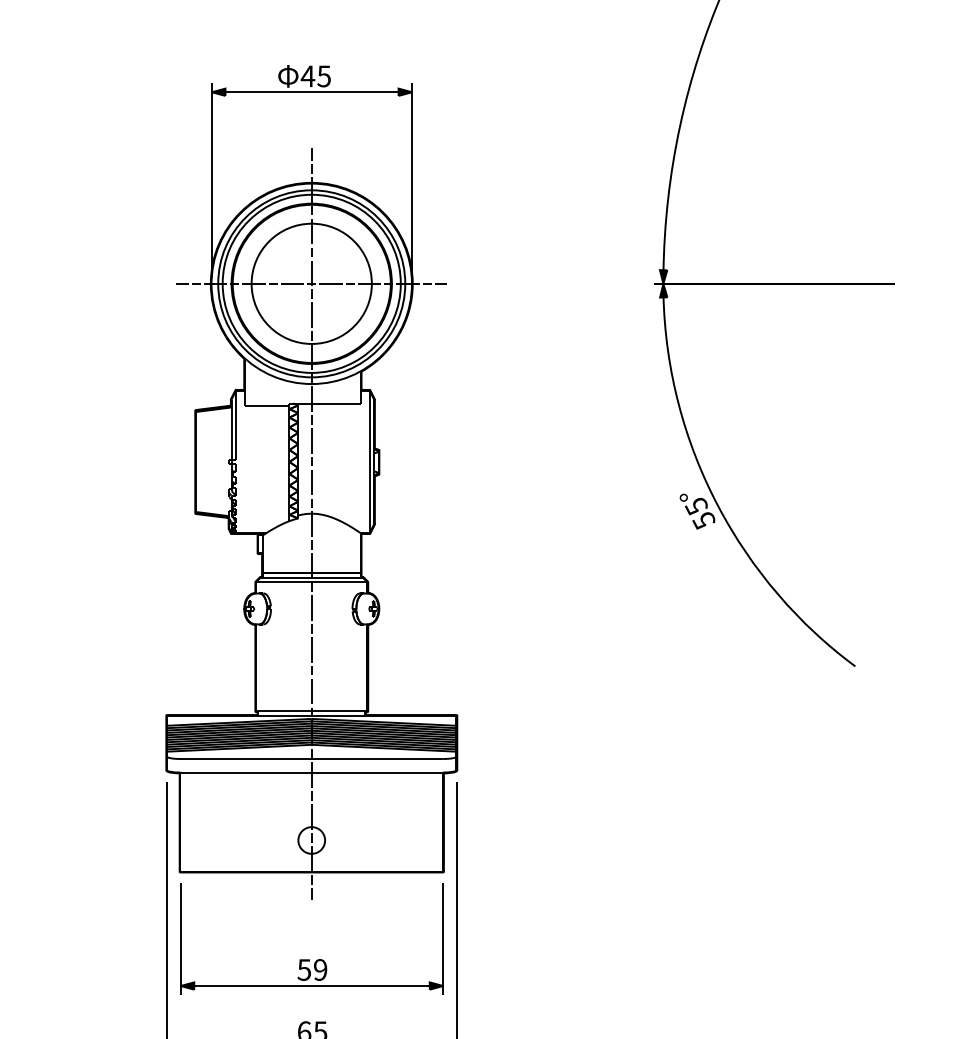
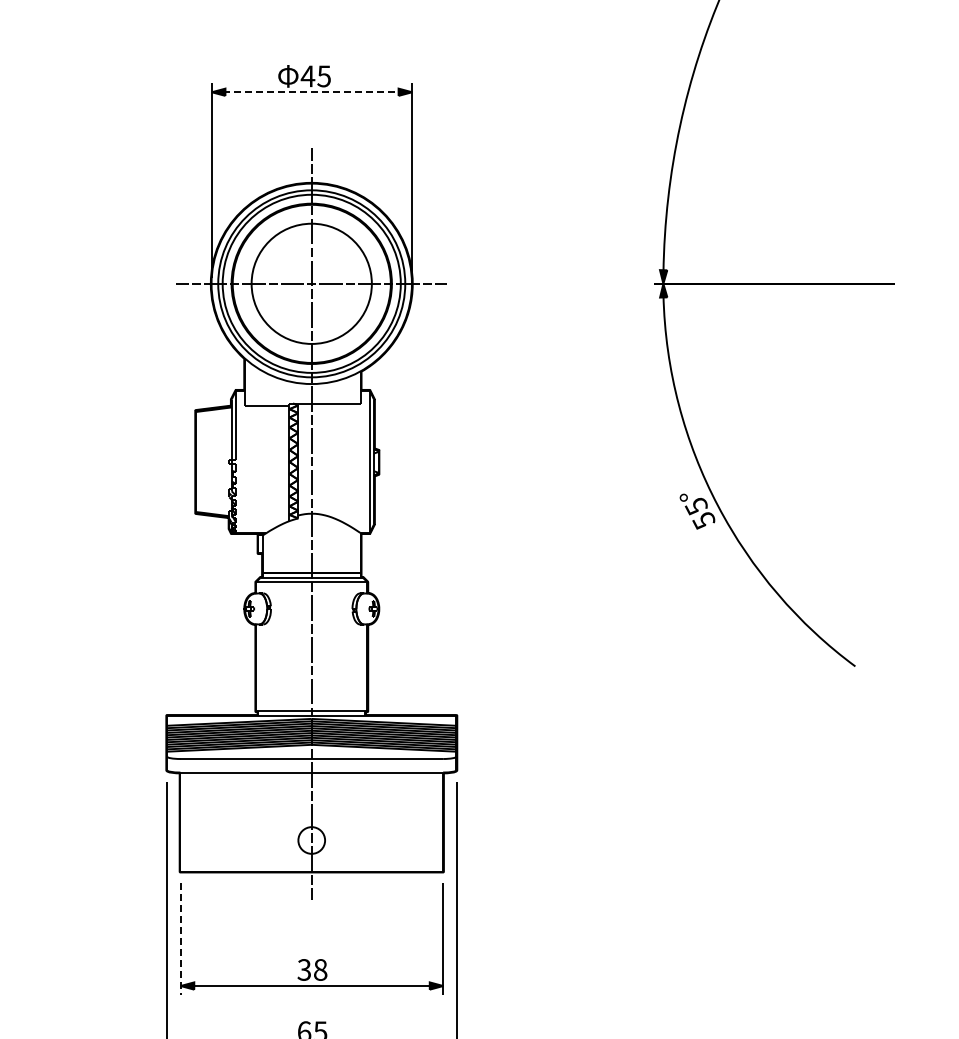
line at (312, 92): solid -> dashed
line at (180, 939): solid -> dashed
text at (312, 969): 59 -> 38
